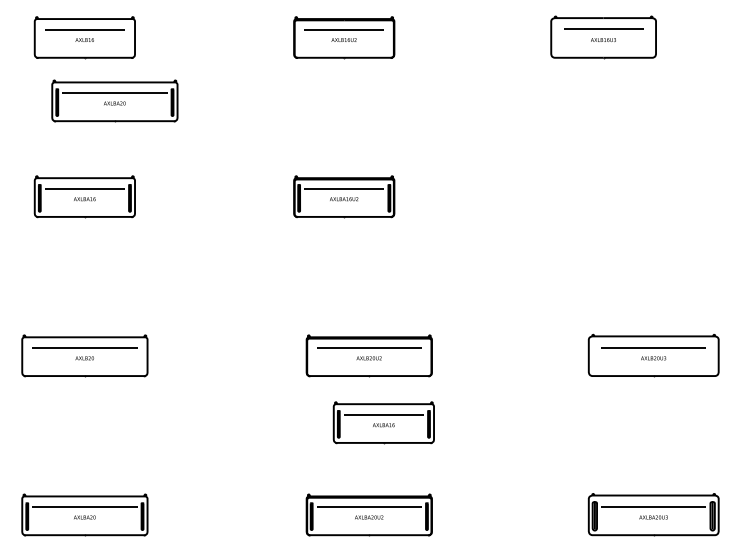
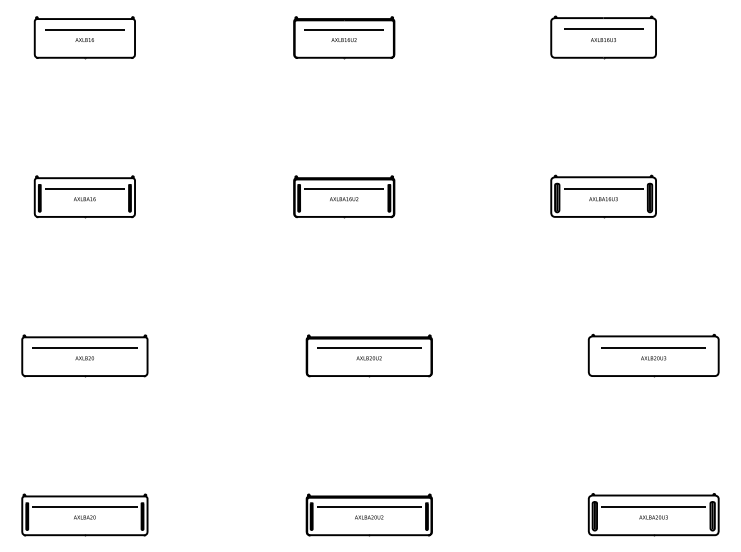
part at (114, 100): present -> none
part at (603, 196): none -> present
part at (383, 422): present -> none
